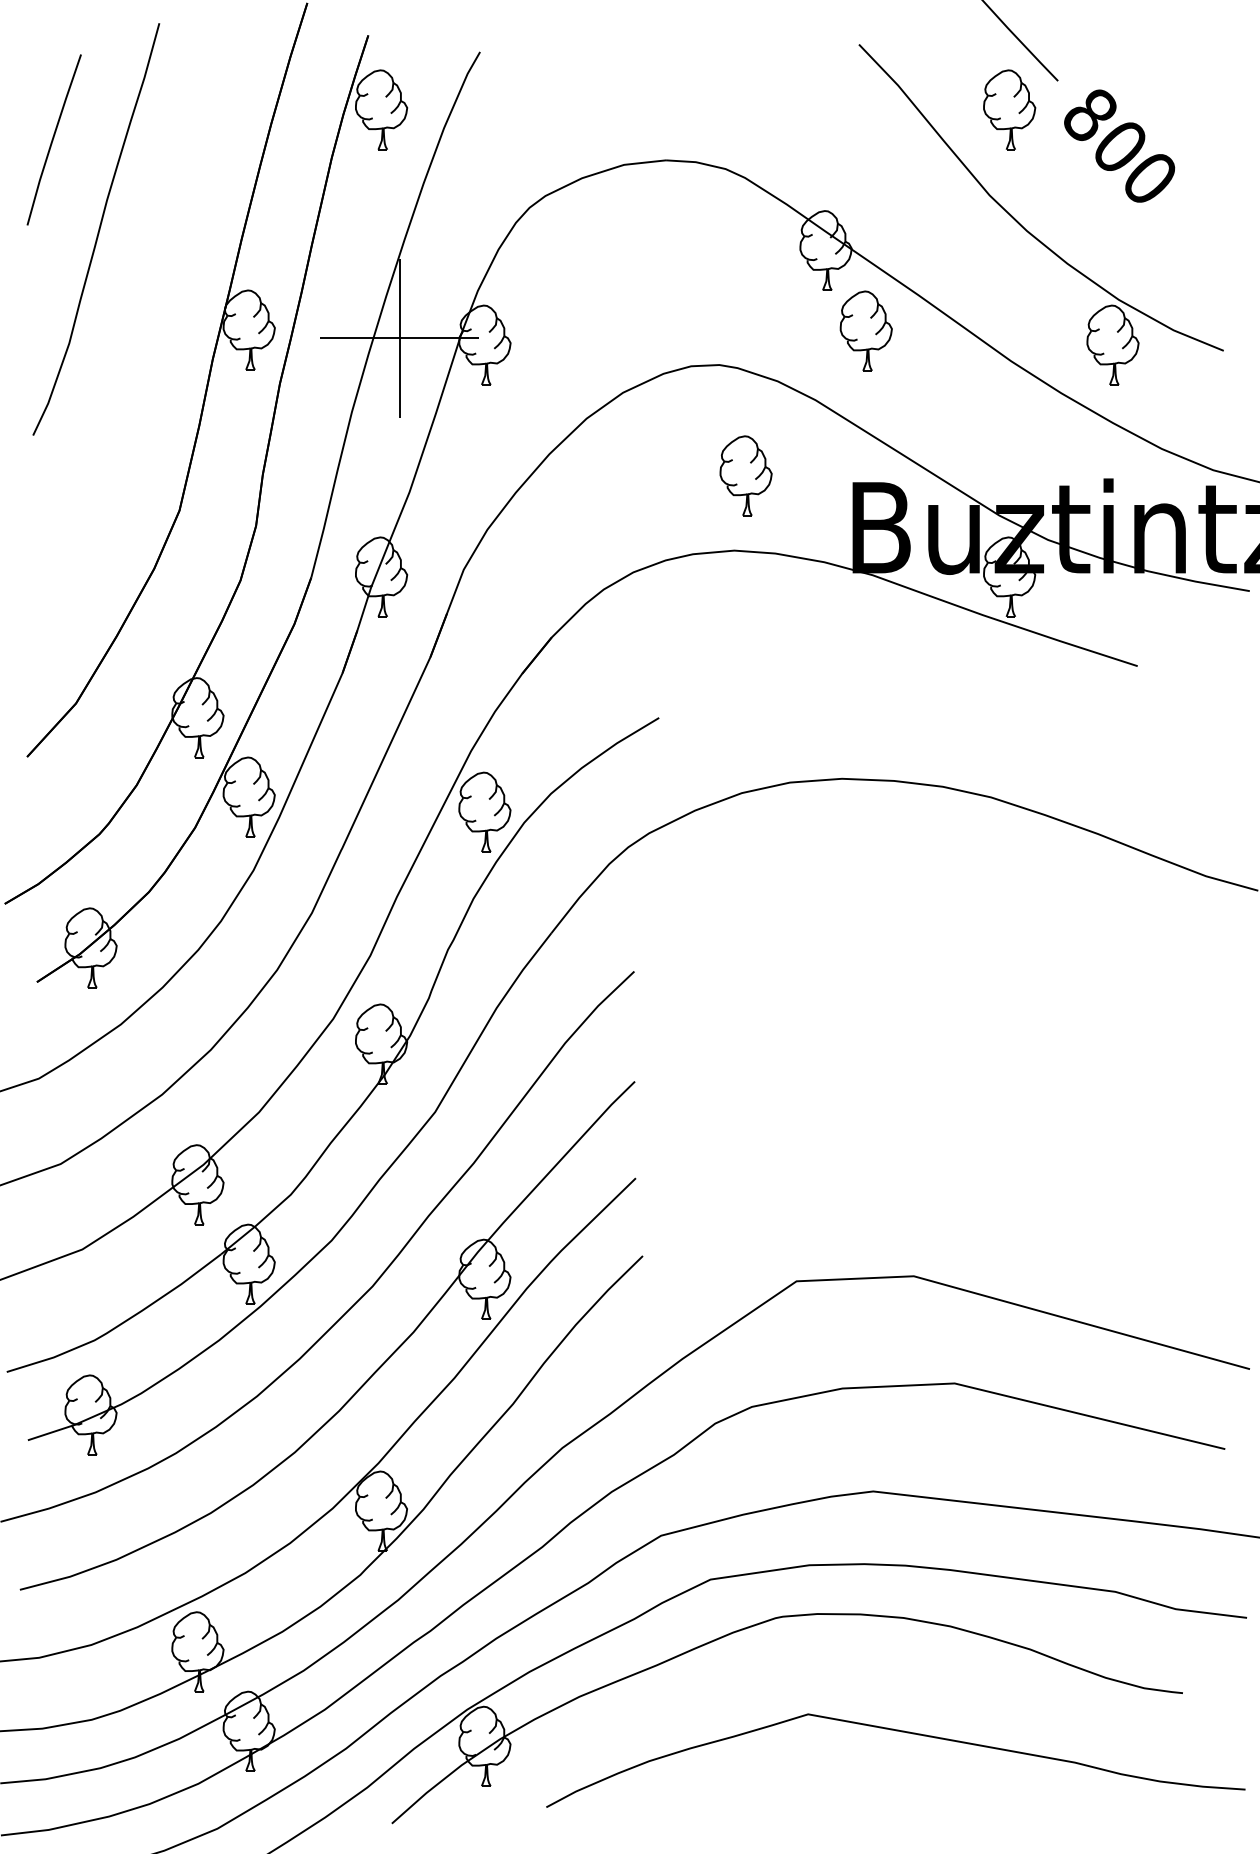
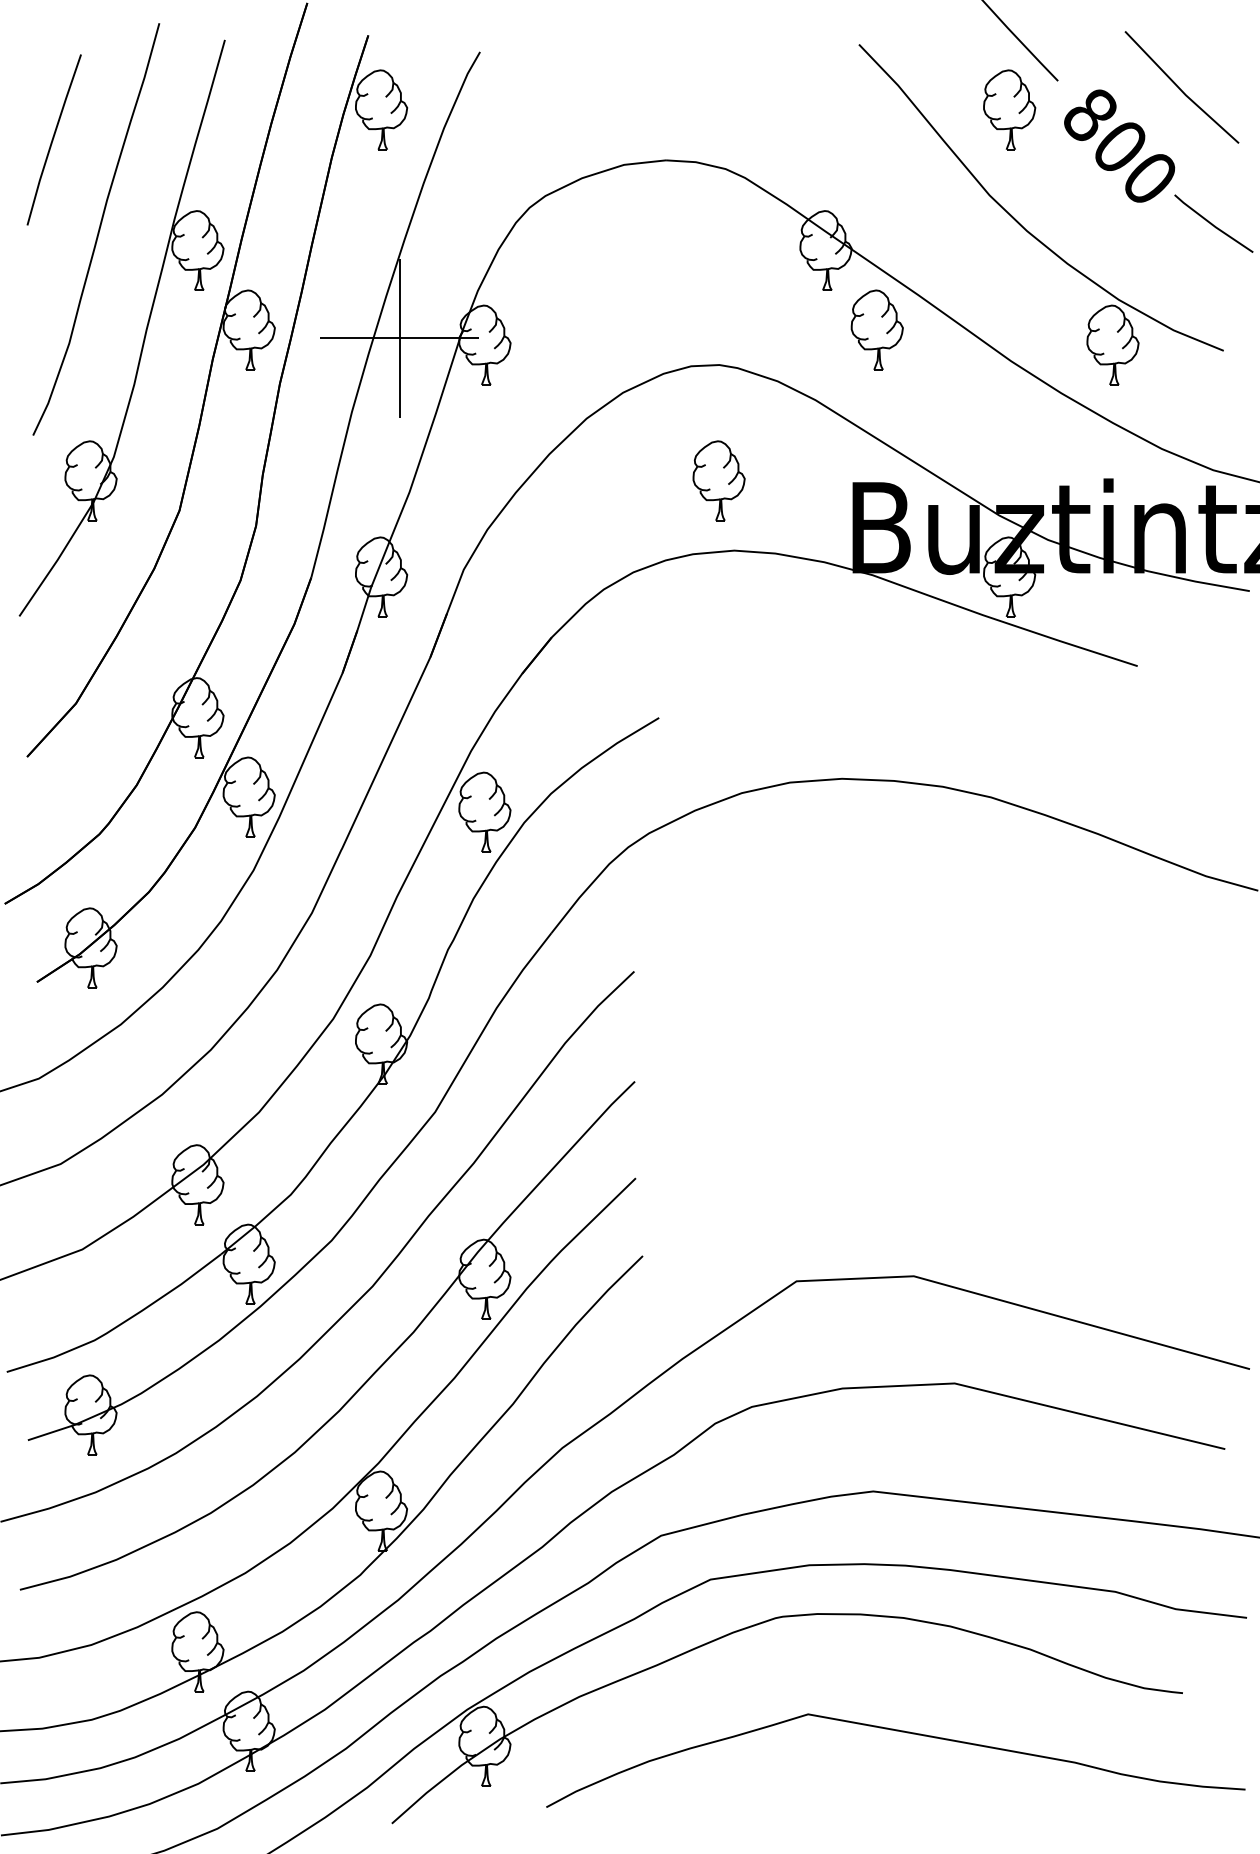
line at (1180, 88): none -> present
line at (1212, 223): none -> present
part at (865, 330) position: (865, 330) -> (876, 329)
part at (144, 333): none -> present
part at (745, 475) position: (745, 475) -> (718, 480)
